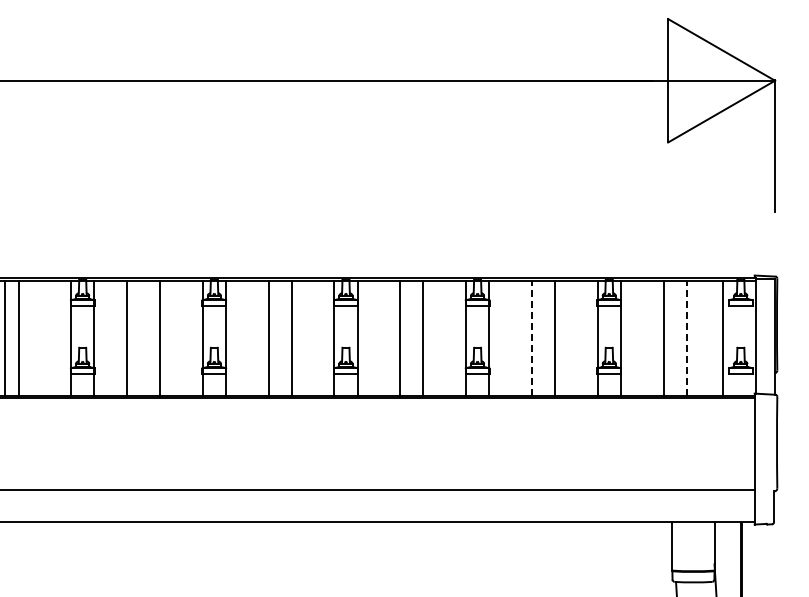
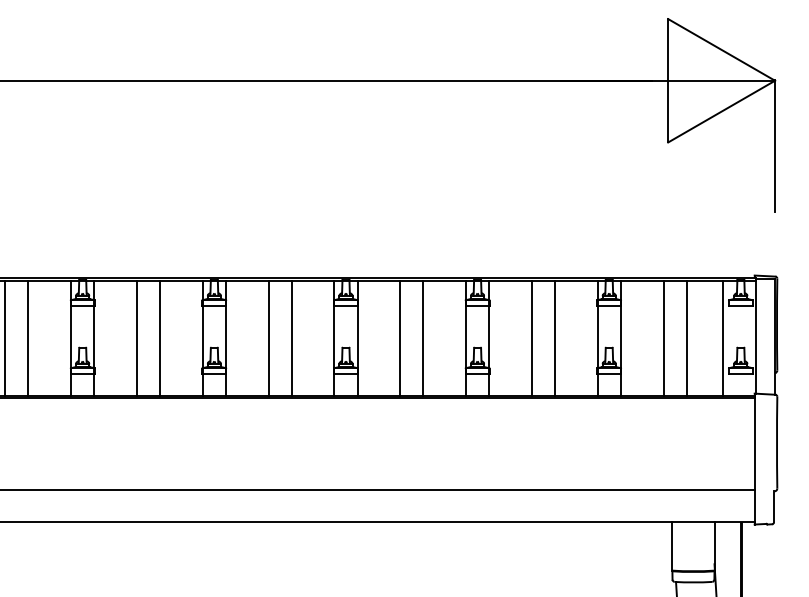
line at (19, 338) position: (19, 338) -> (28, 338)
line at (127, 338) position: (127, 338) -> (137, 338)
line at (531, 338): dashed -> solid
line at (686, 338): dashed -> solid
